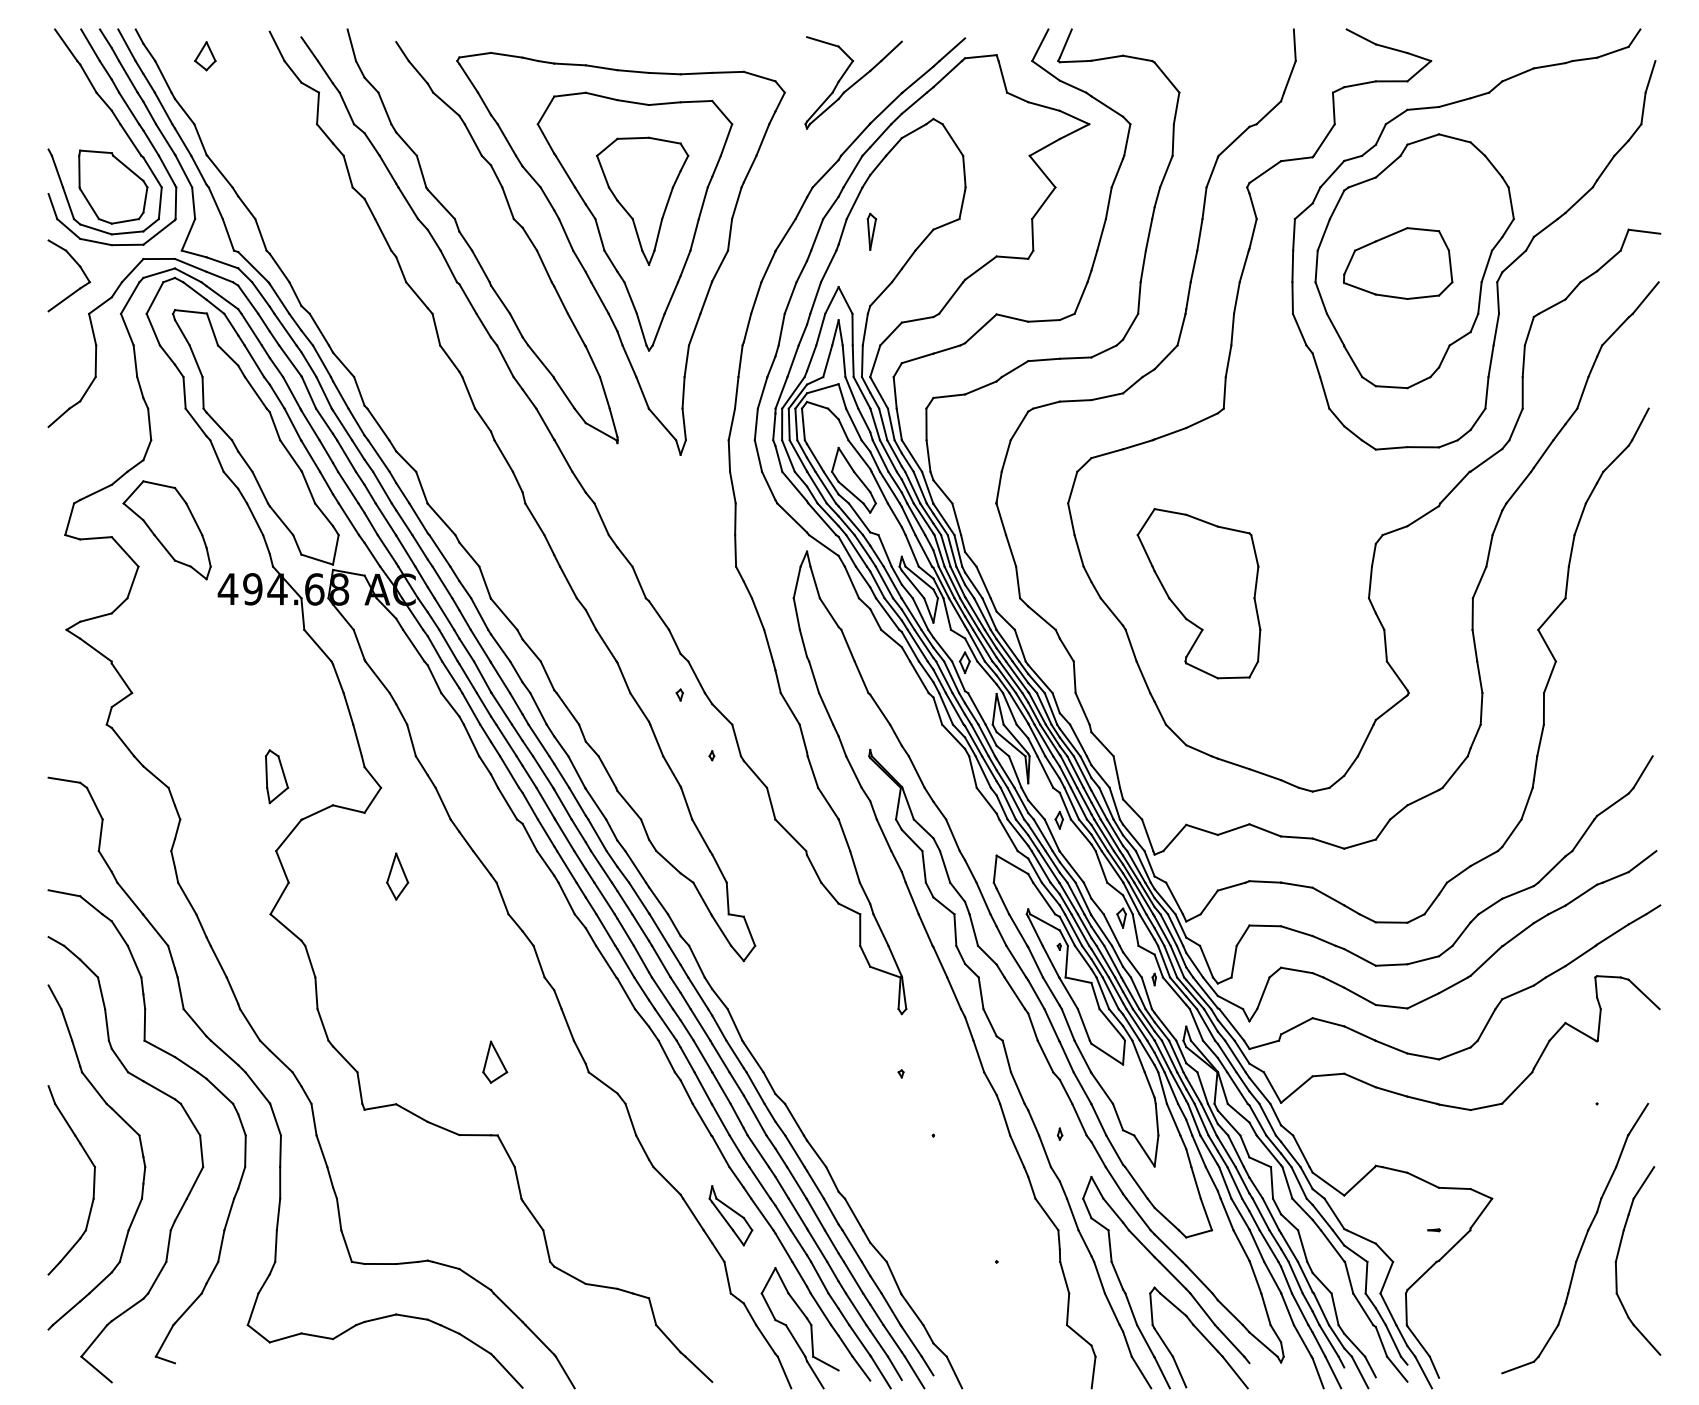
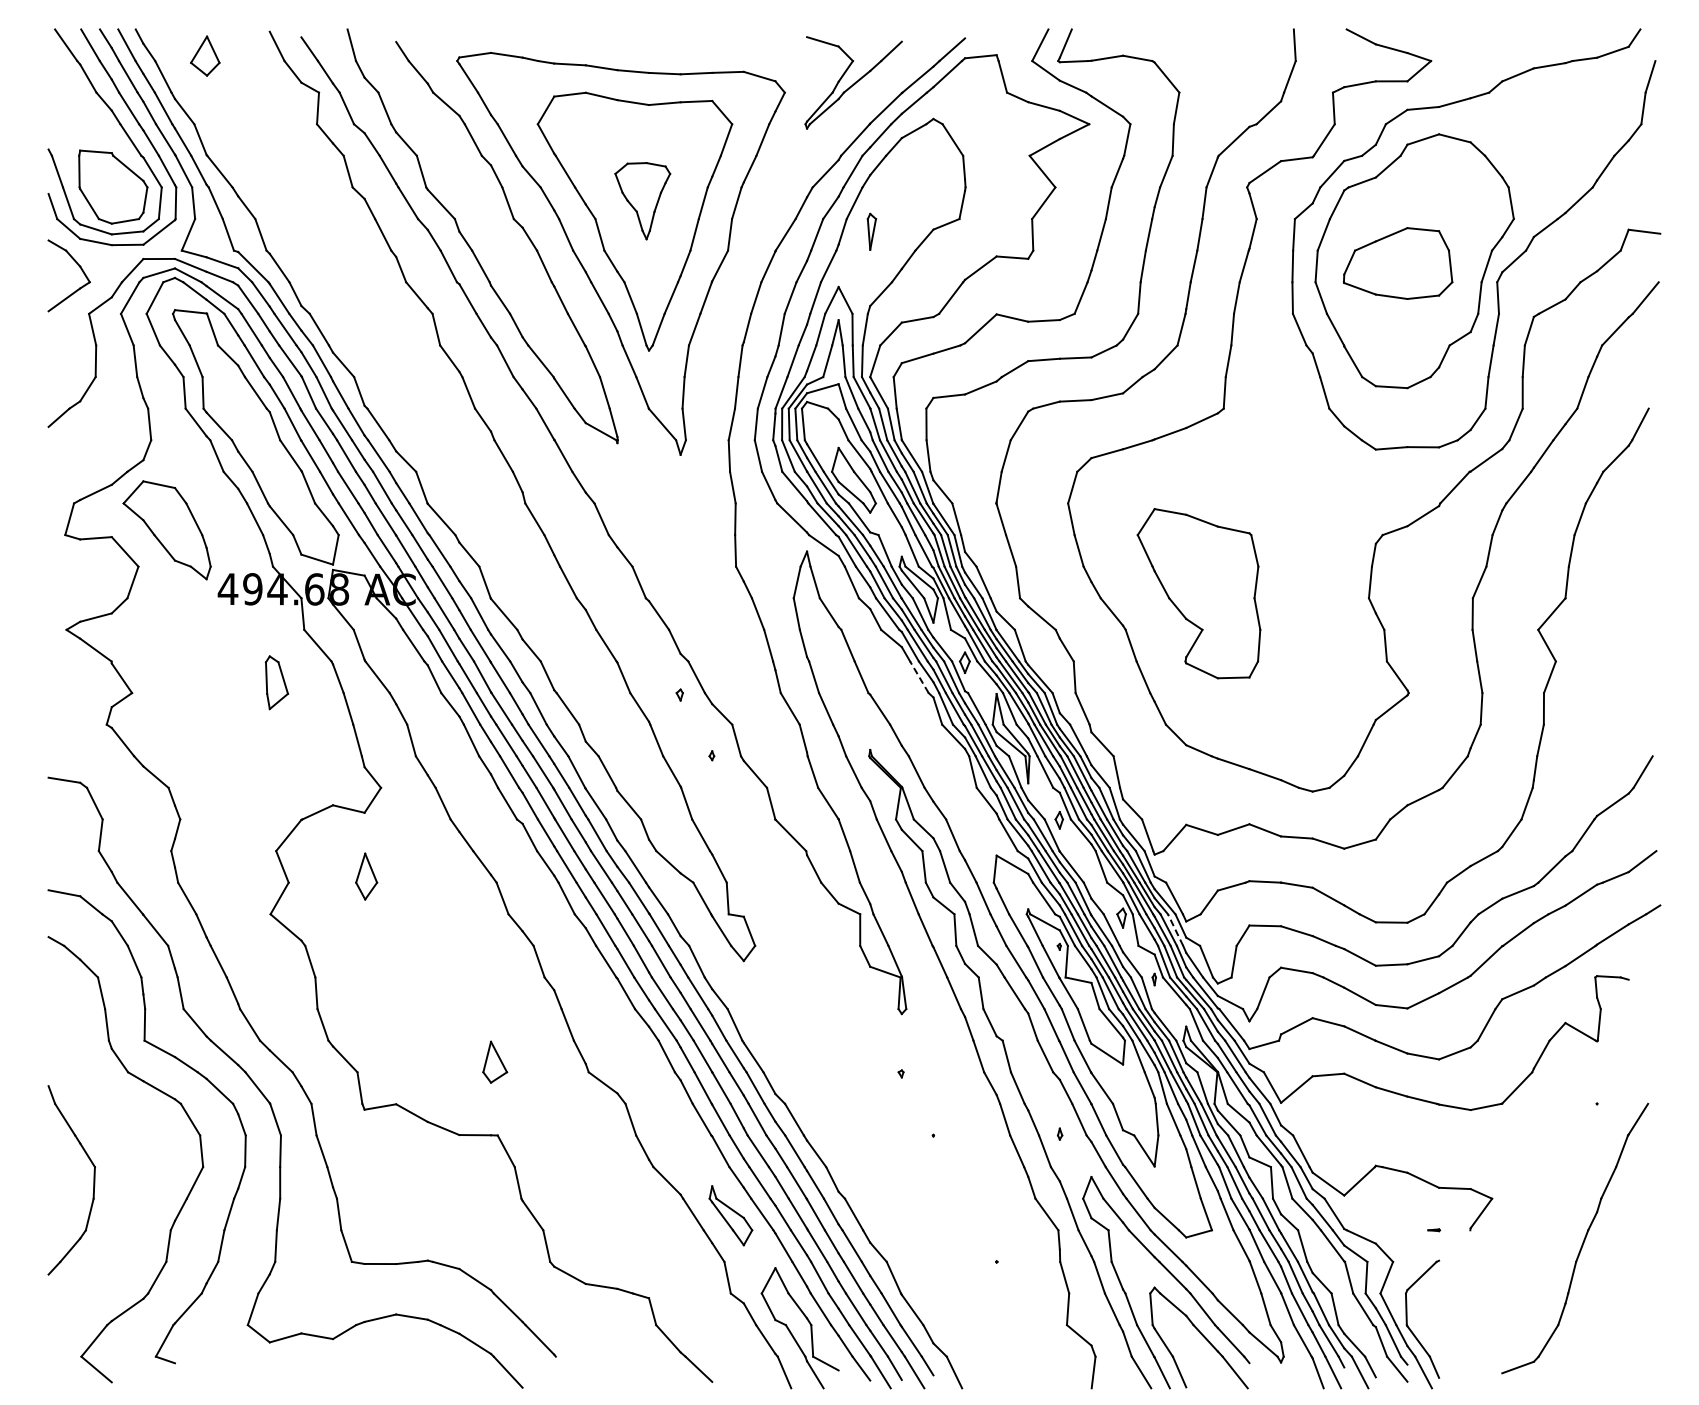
part at (205, 56) size: 23x31 px -> 31x42 px
part at (642, 200) size: 94x130 px -> 58x79 px
line at (919, 676): solid -> dashed
part at (276, 776) position: (276, 776) -> (276, 682)
part at (397, 876) position: (397, 876) -> (366, 876)
line at (1175, 930): solid -> dashed
line at (1643, 994): present -> none
part at (127, 1125): present -> none
line at (1454, 1245): present -> none
part at (1618, 1256): present -> none
line at (564, 1372): present -> none
